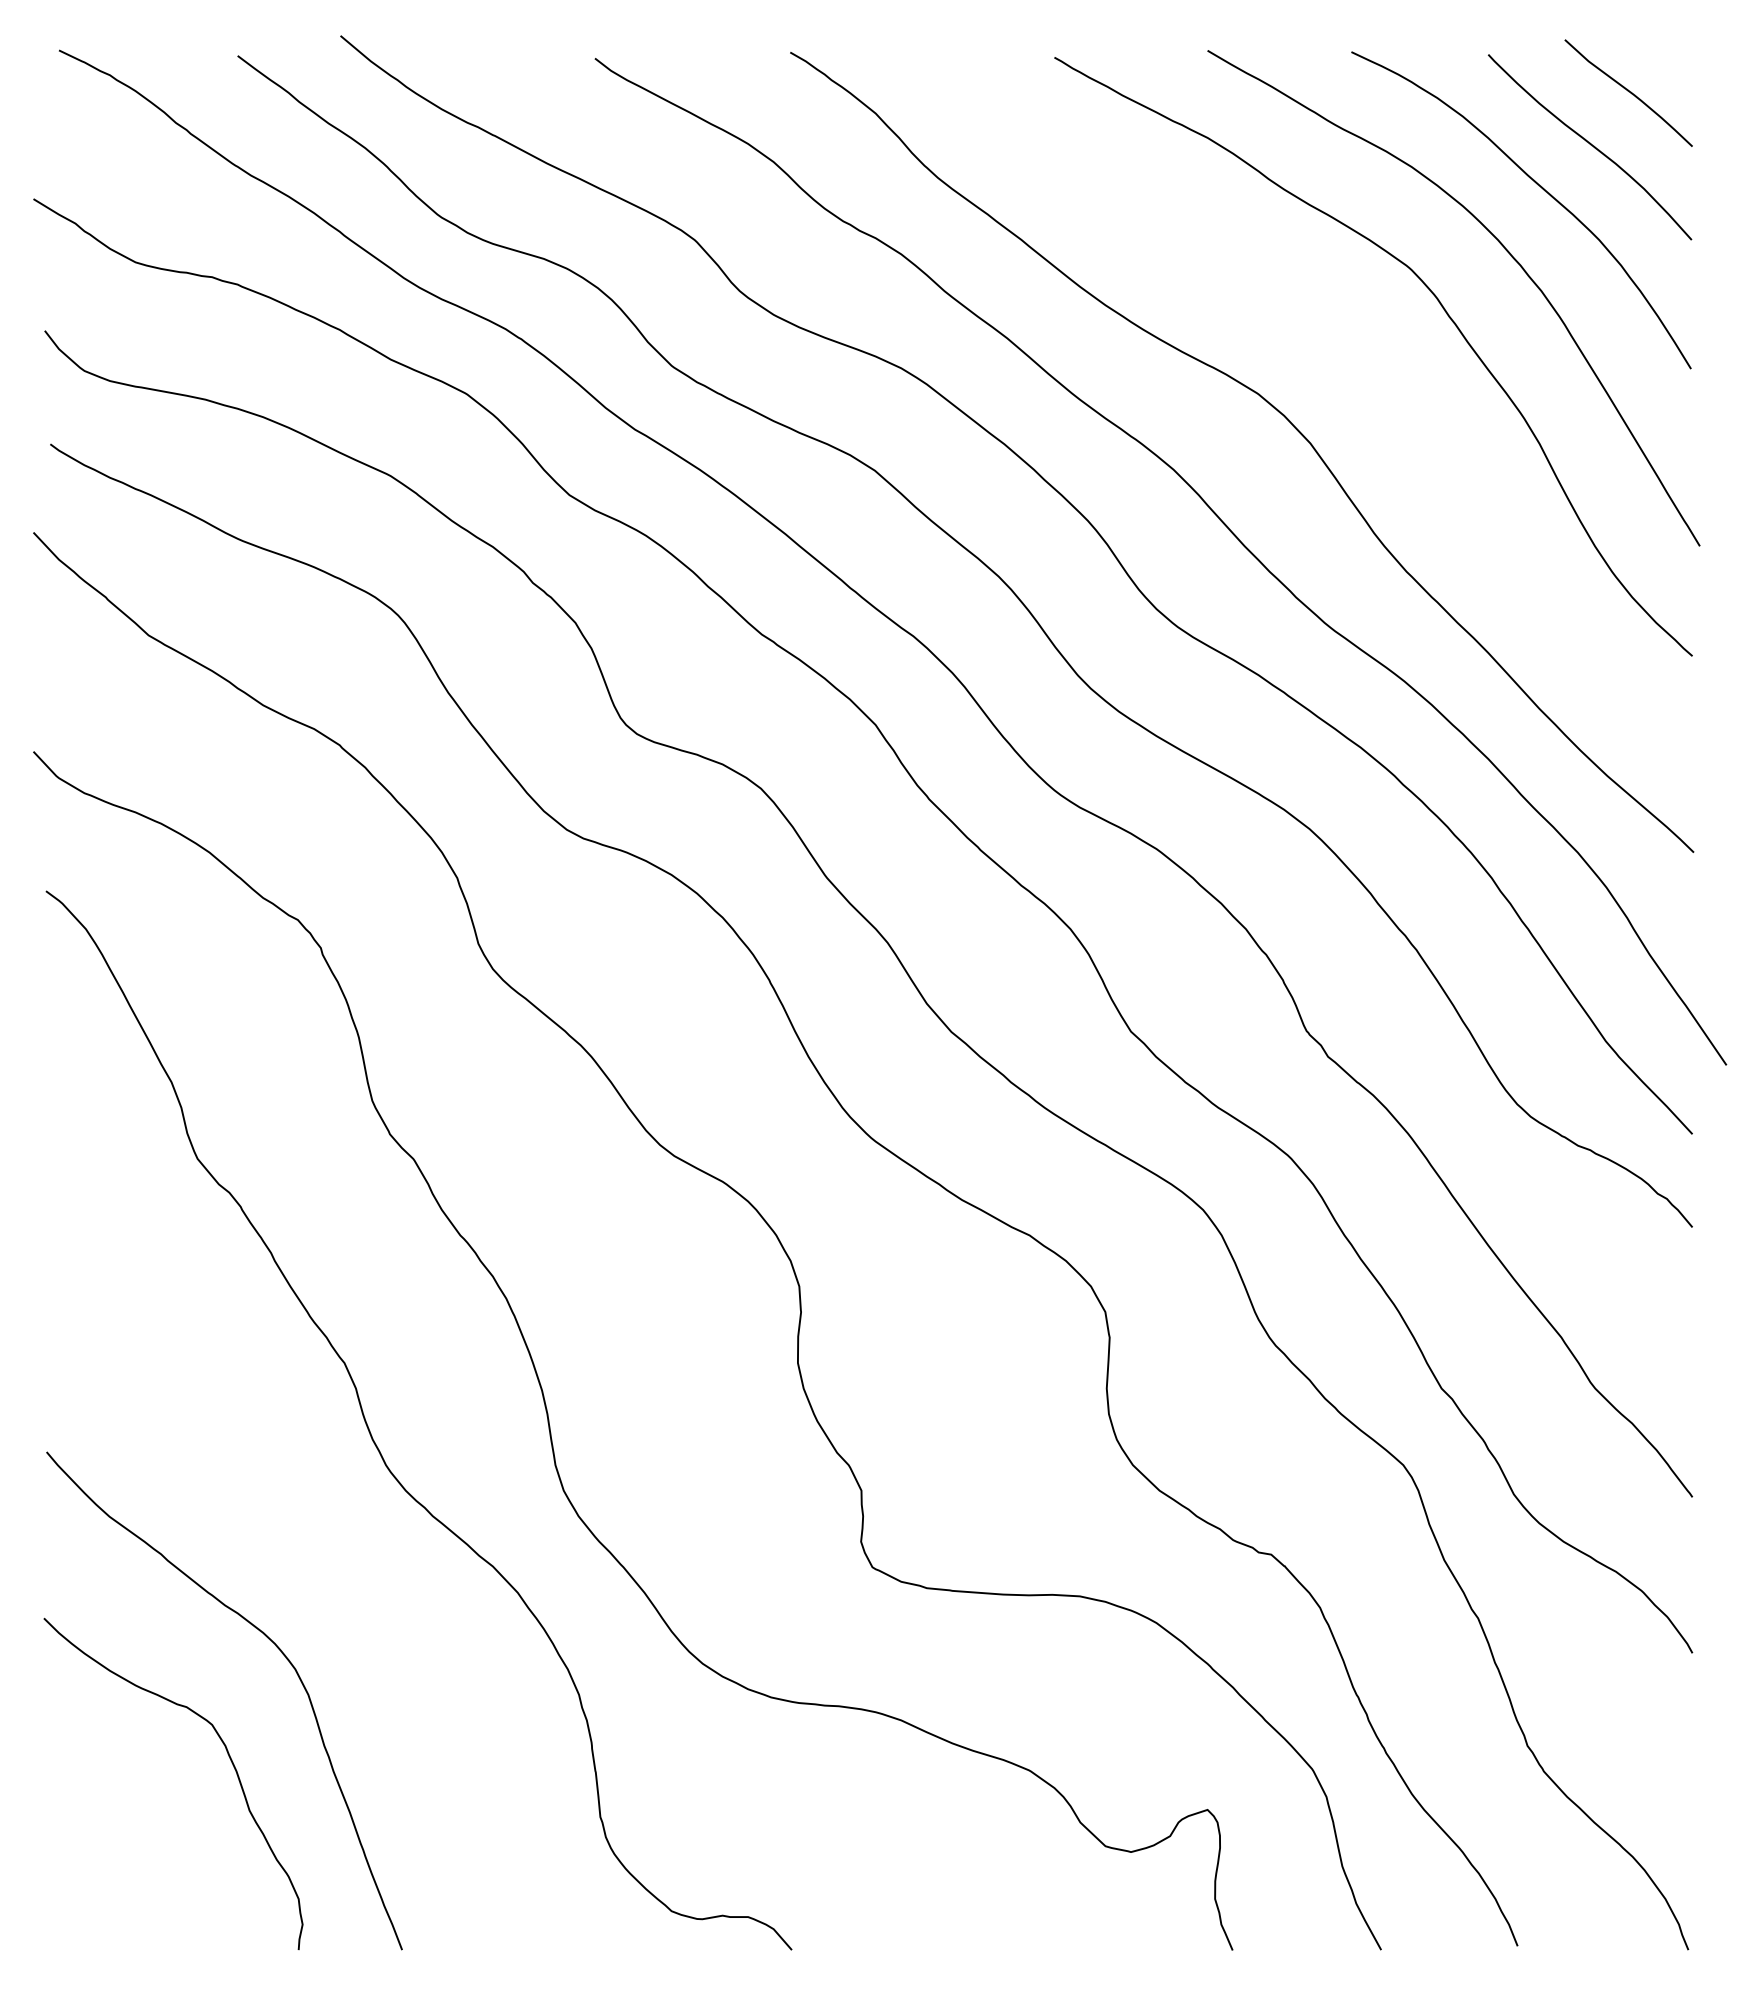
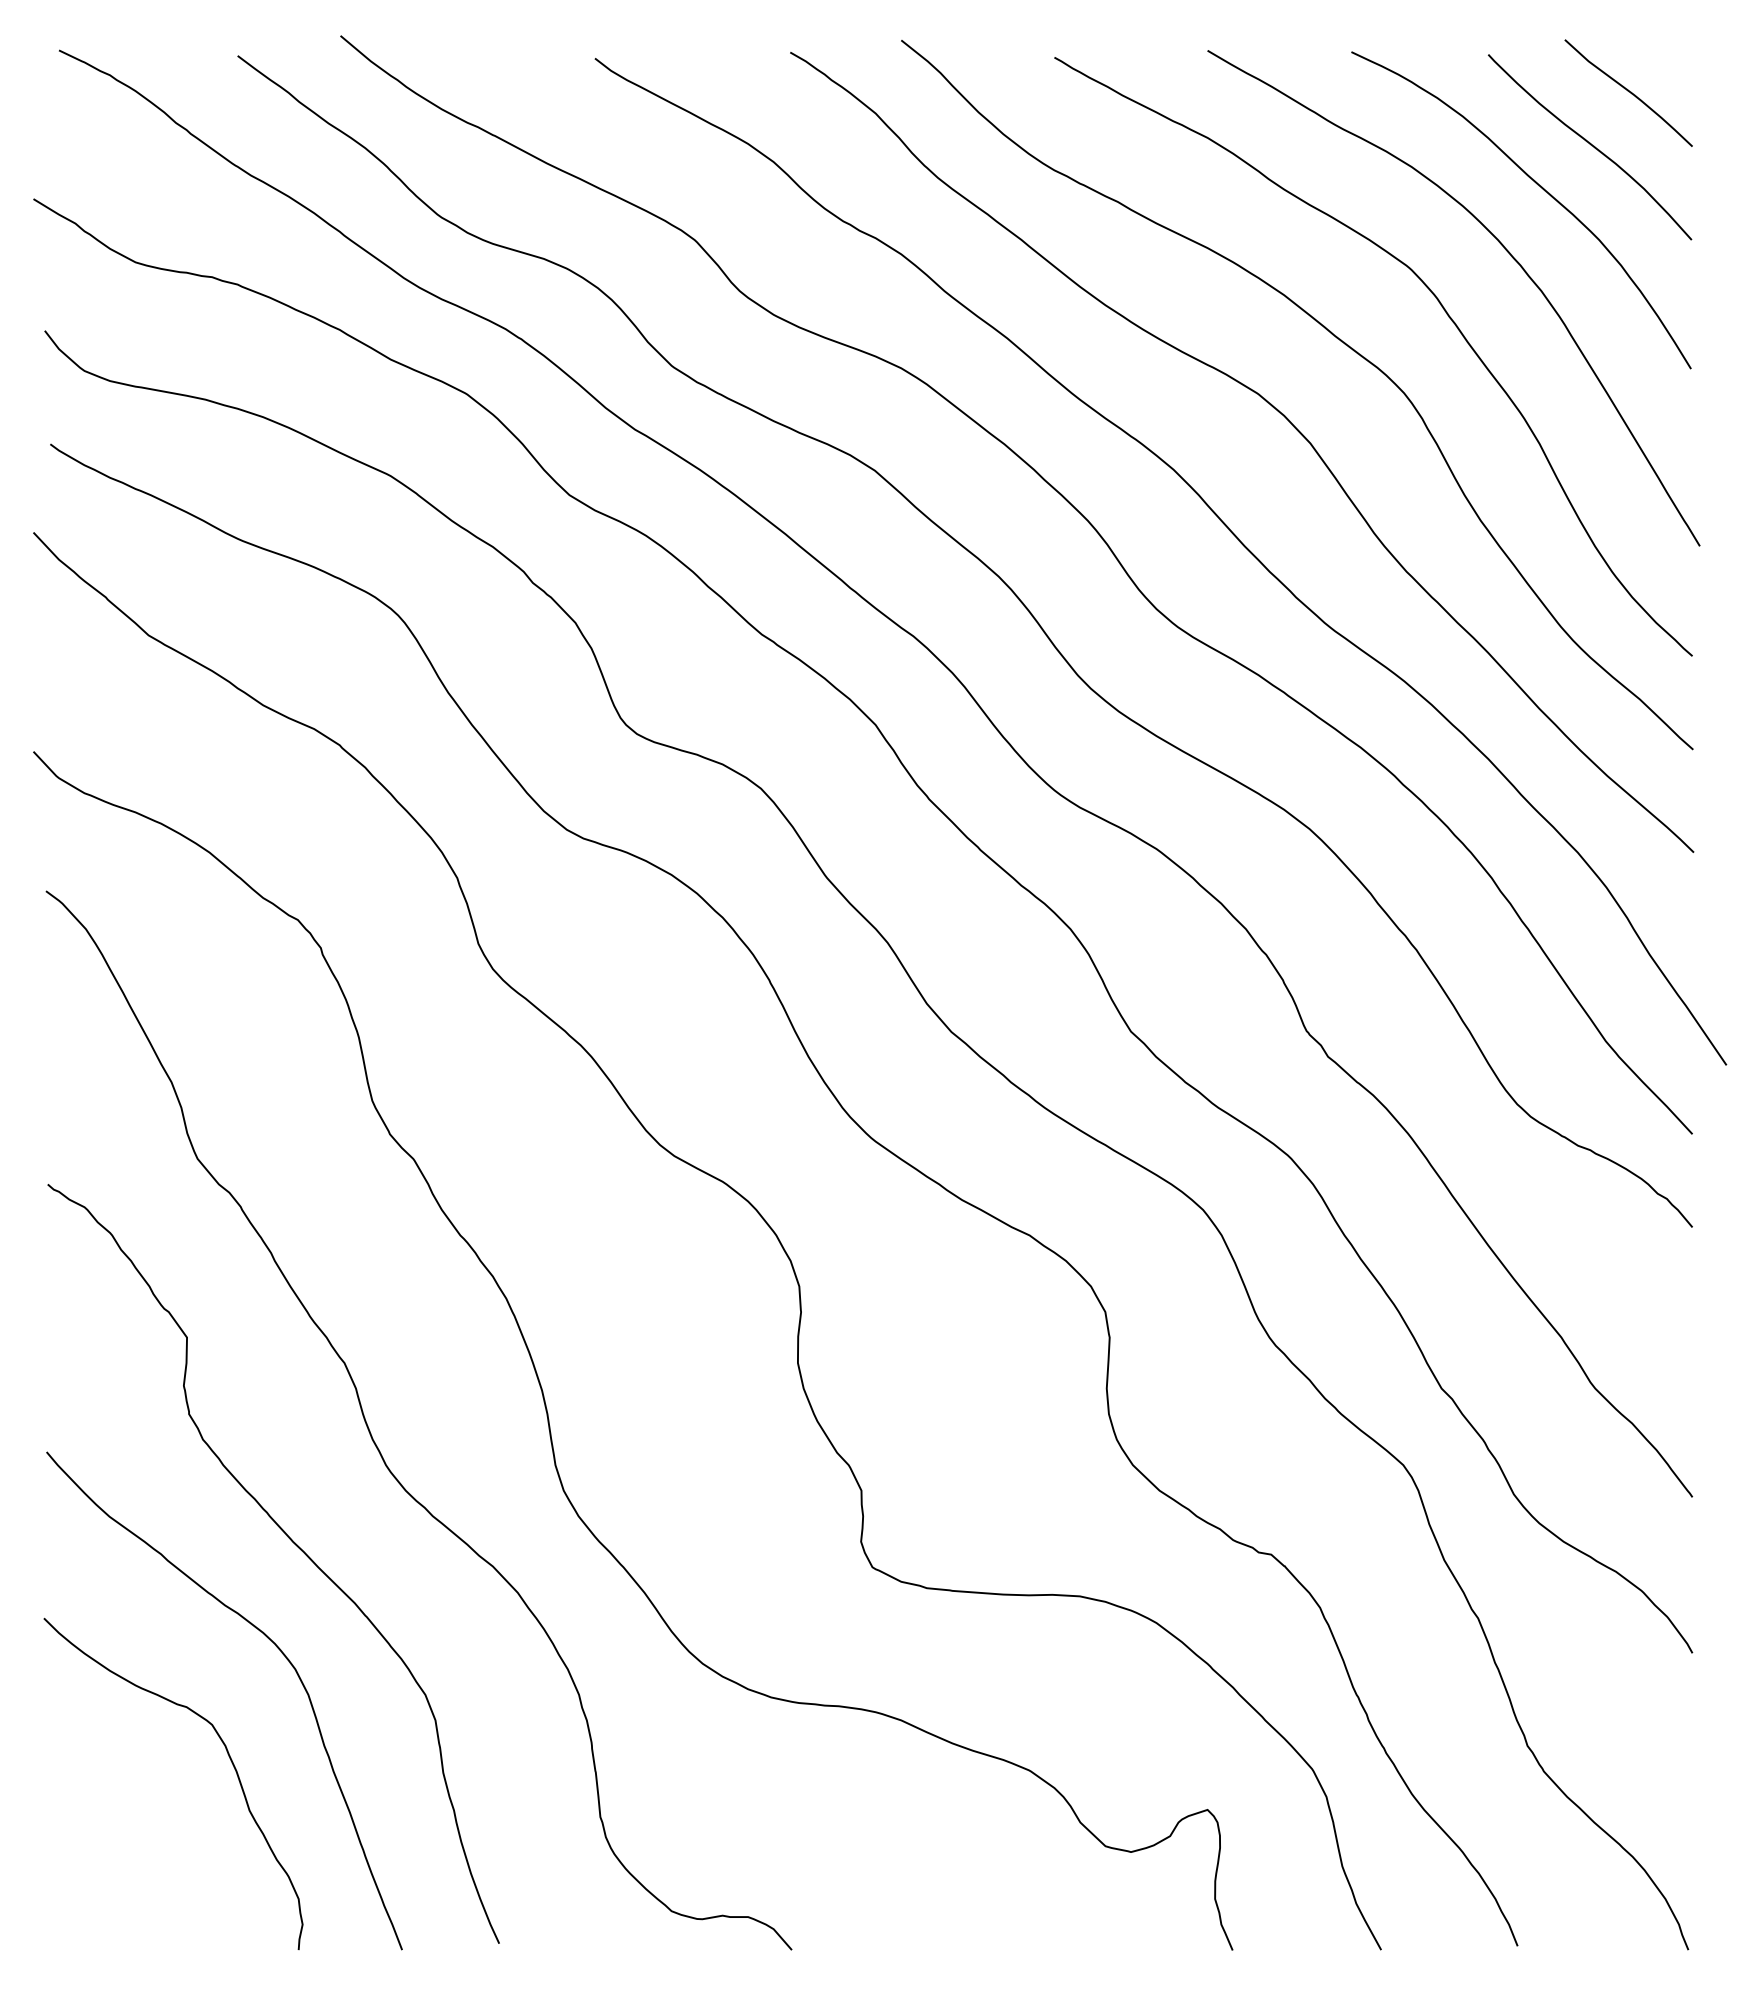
curve at (1337, 339): none -> present
curve at (293, 1543): none -> present
